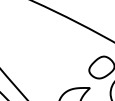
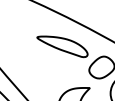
part at (62, 46): none -> present
